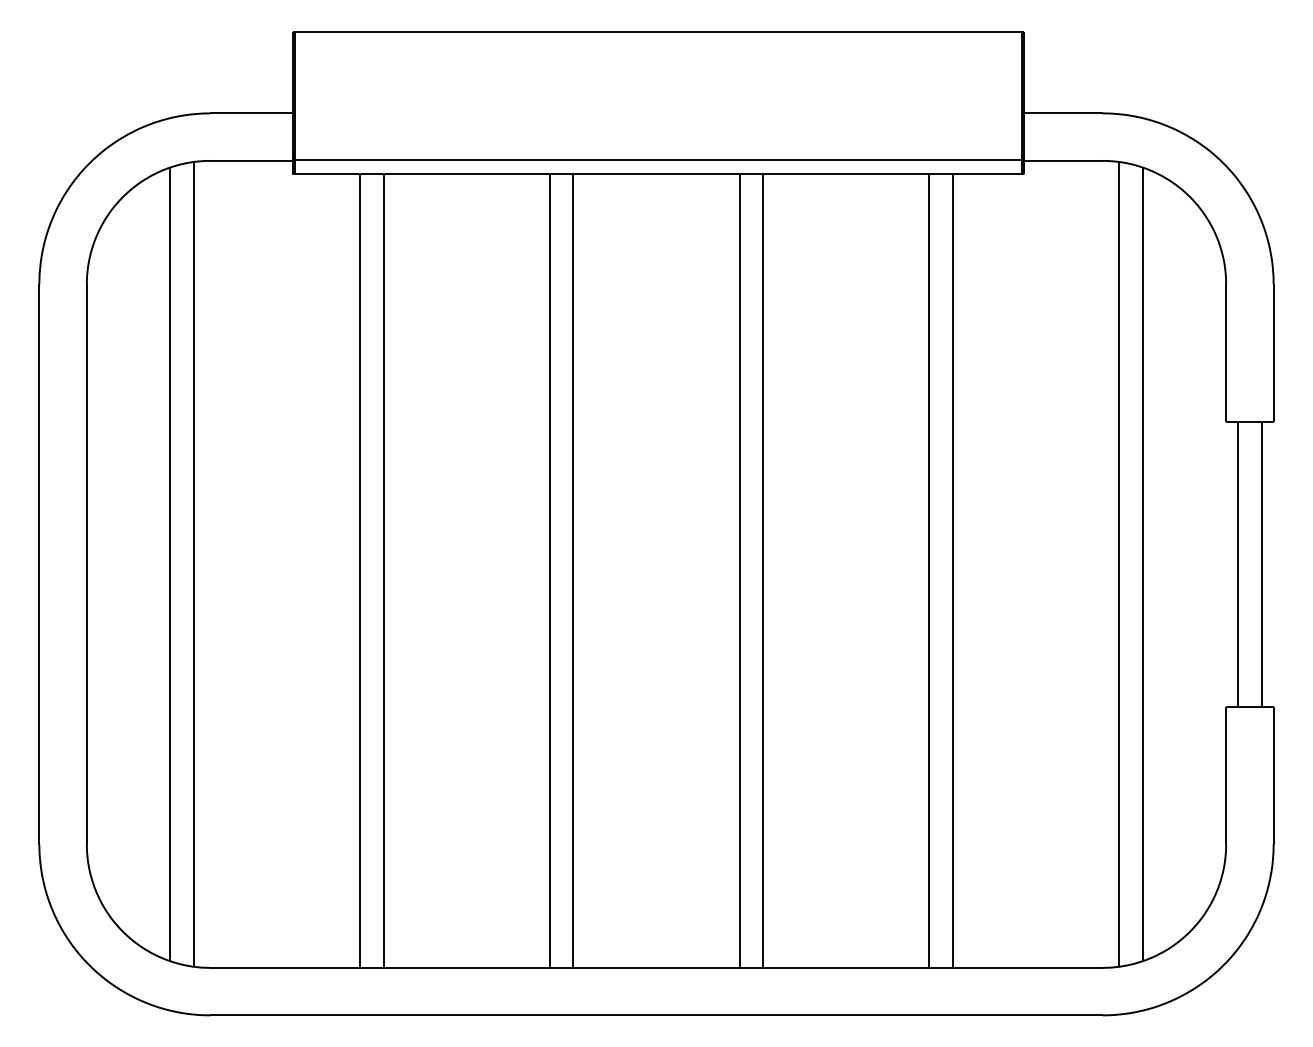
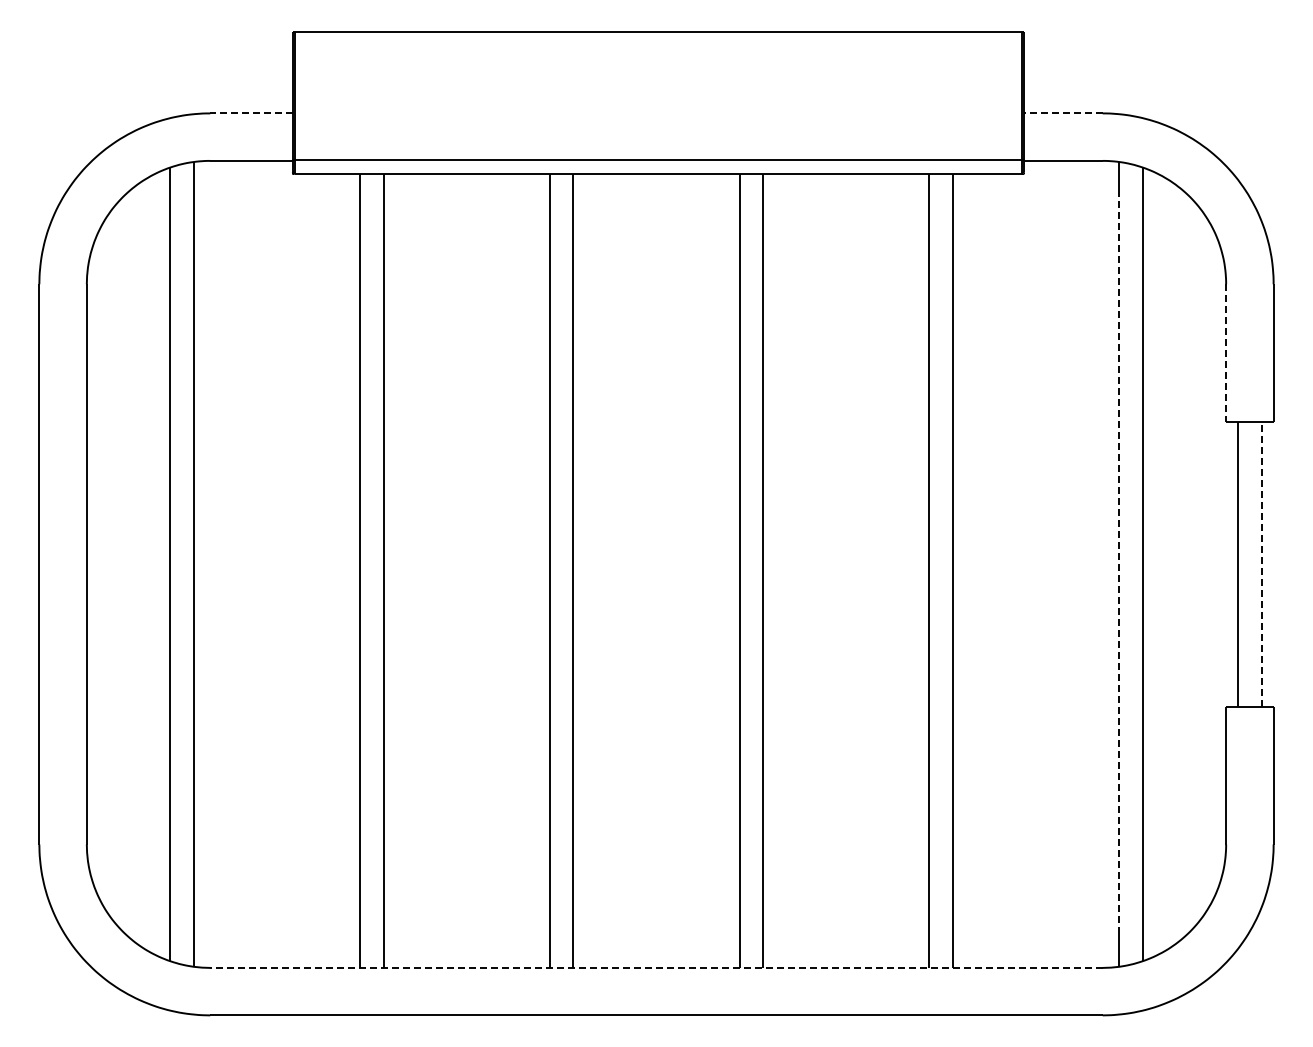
line at (251, 113): solid -> dashed
line at (1062, 113): solid -> dashed
line at (1226, 353): solid -> dashed
line at (1261, 563): solid -> dashed
line at (1119, 564): solid -> dashed
line at (655, 967): solid -> dashed
